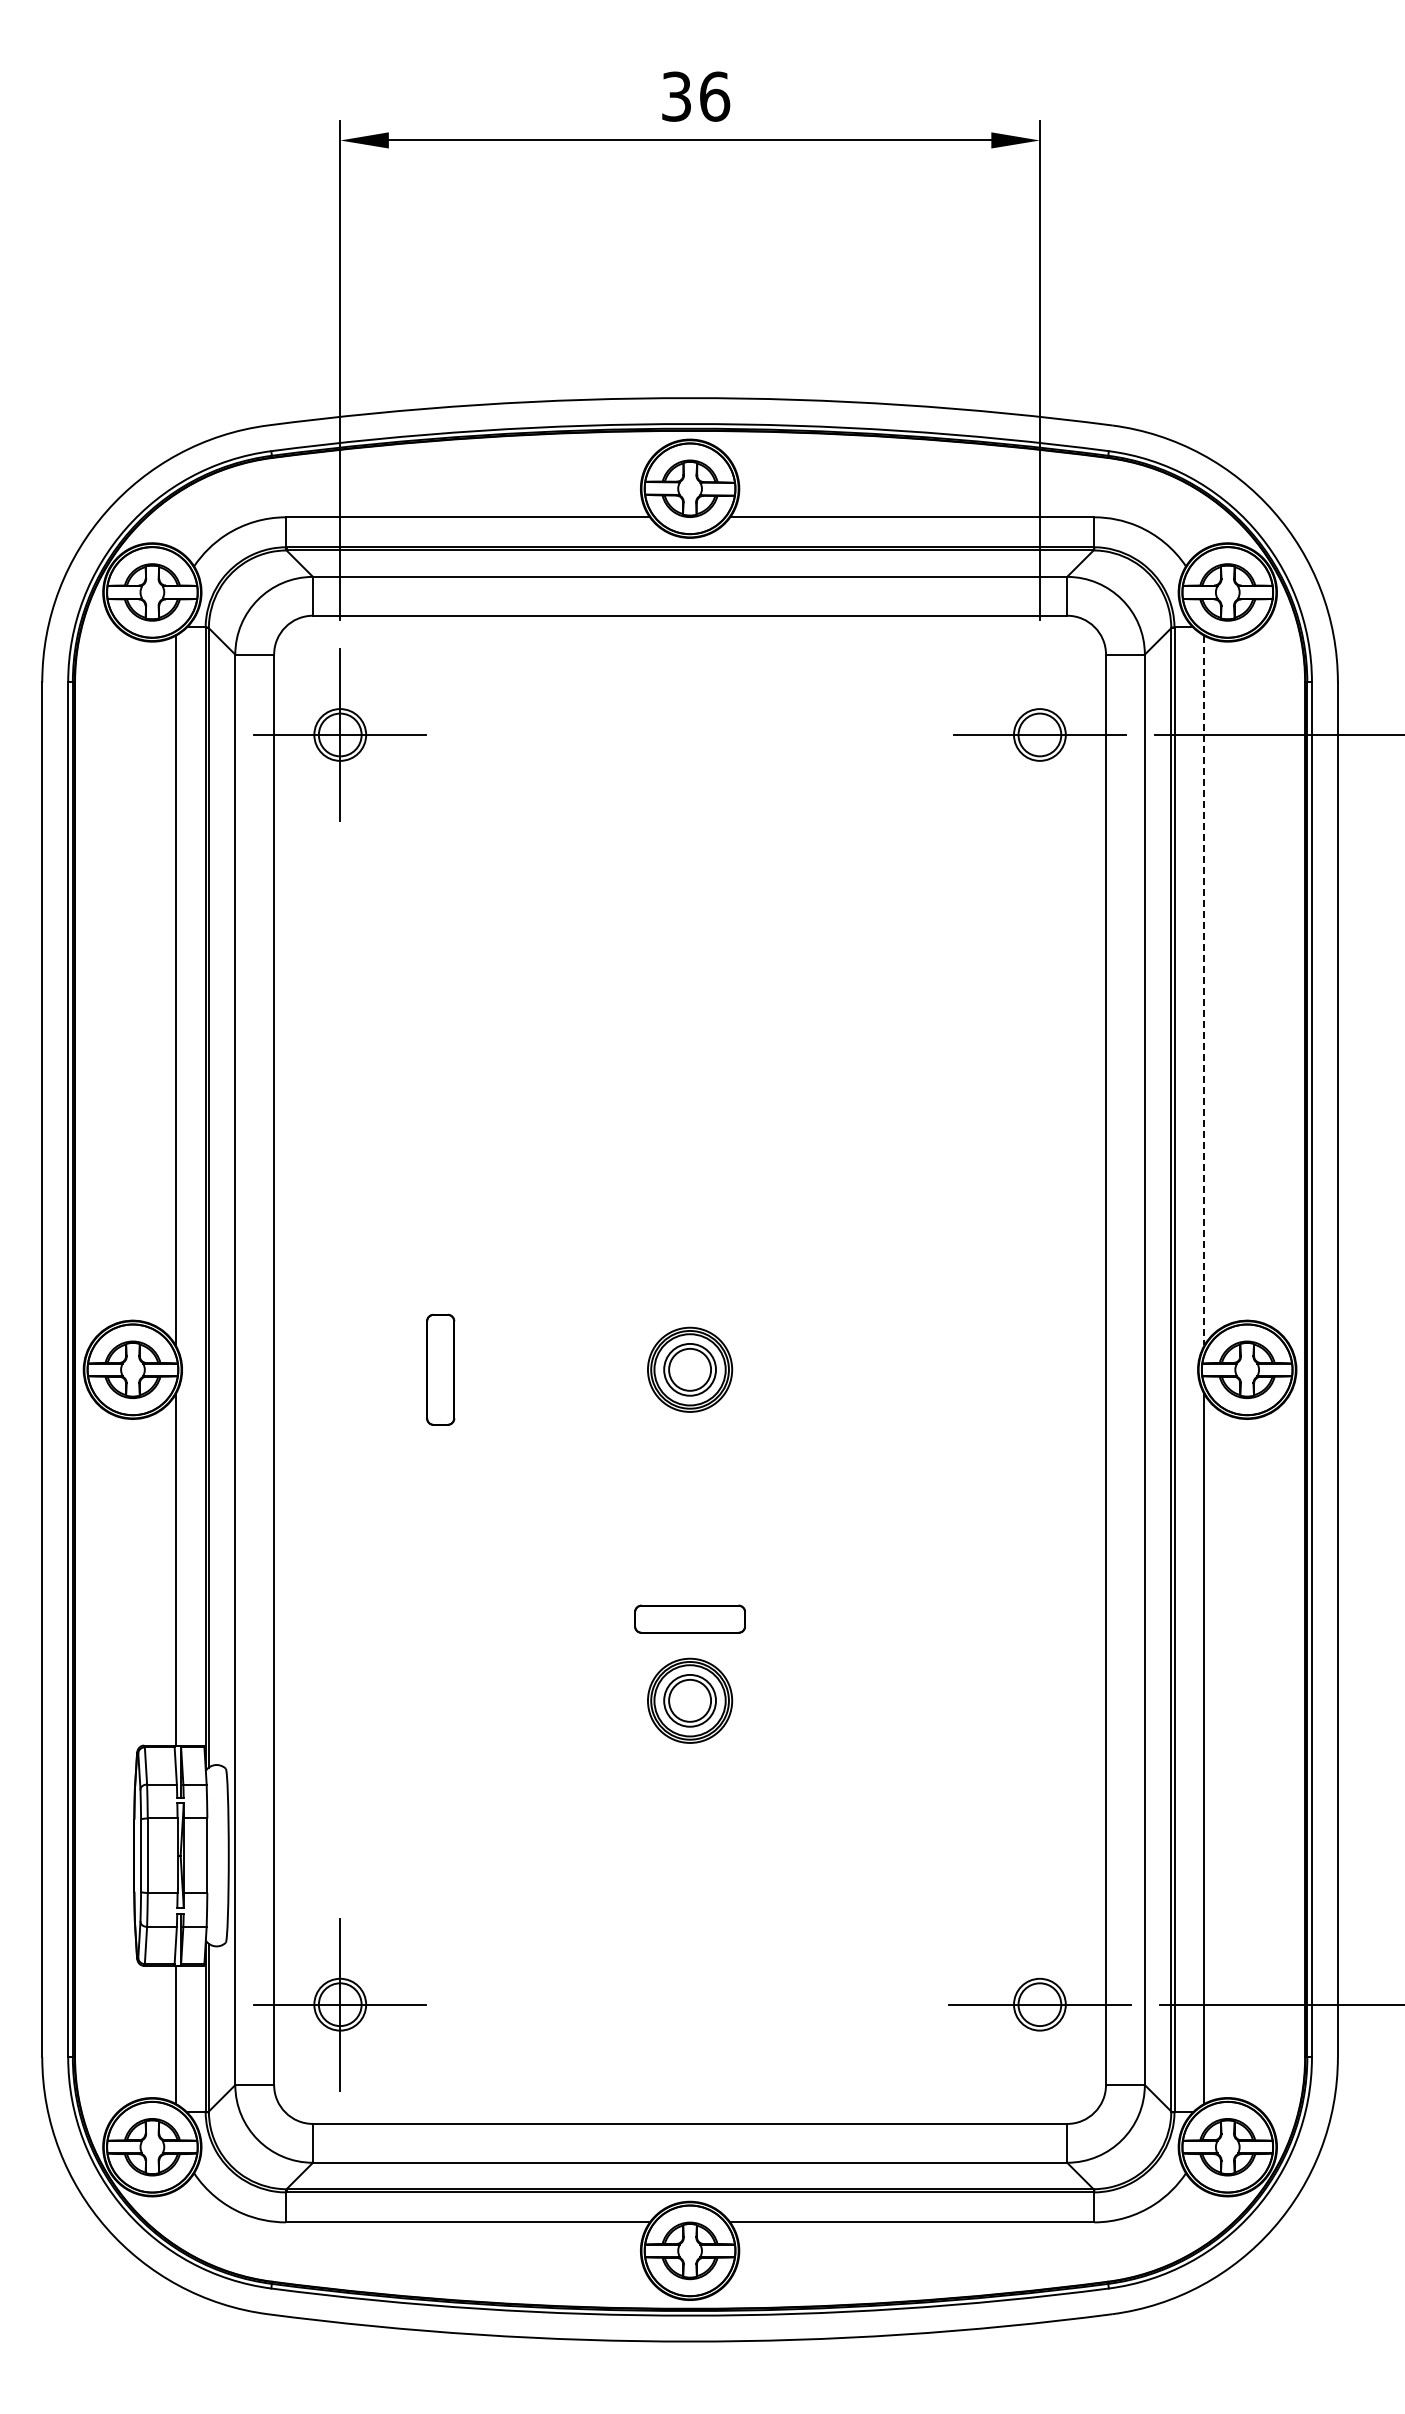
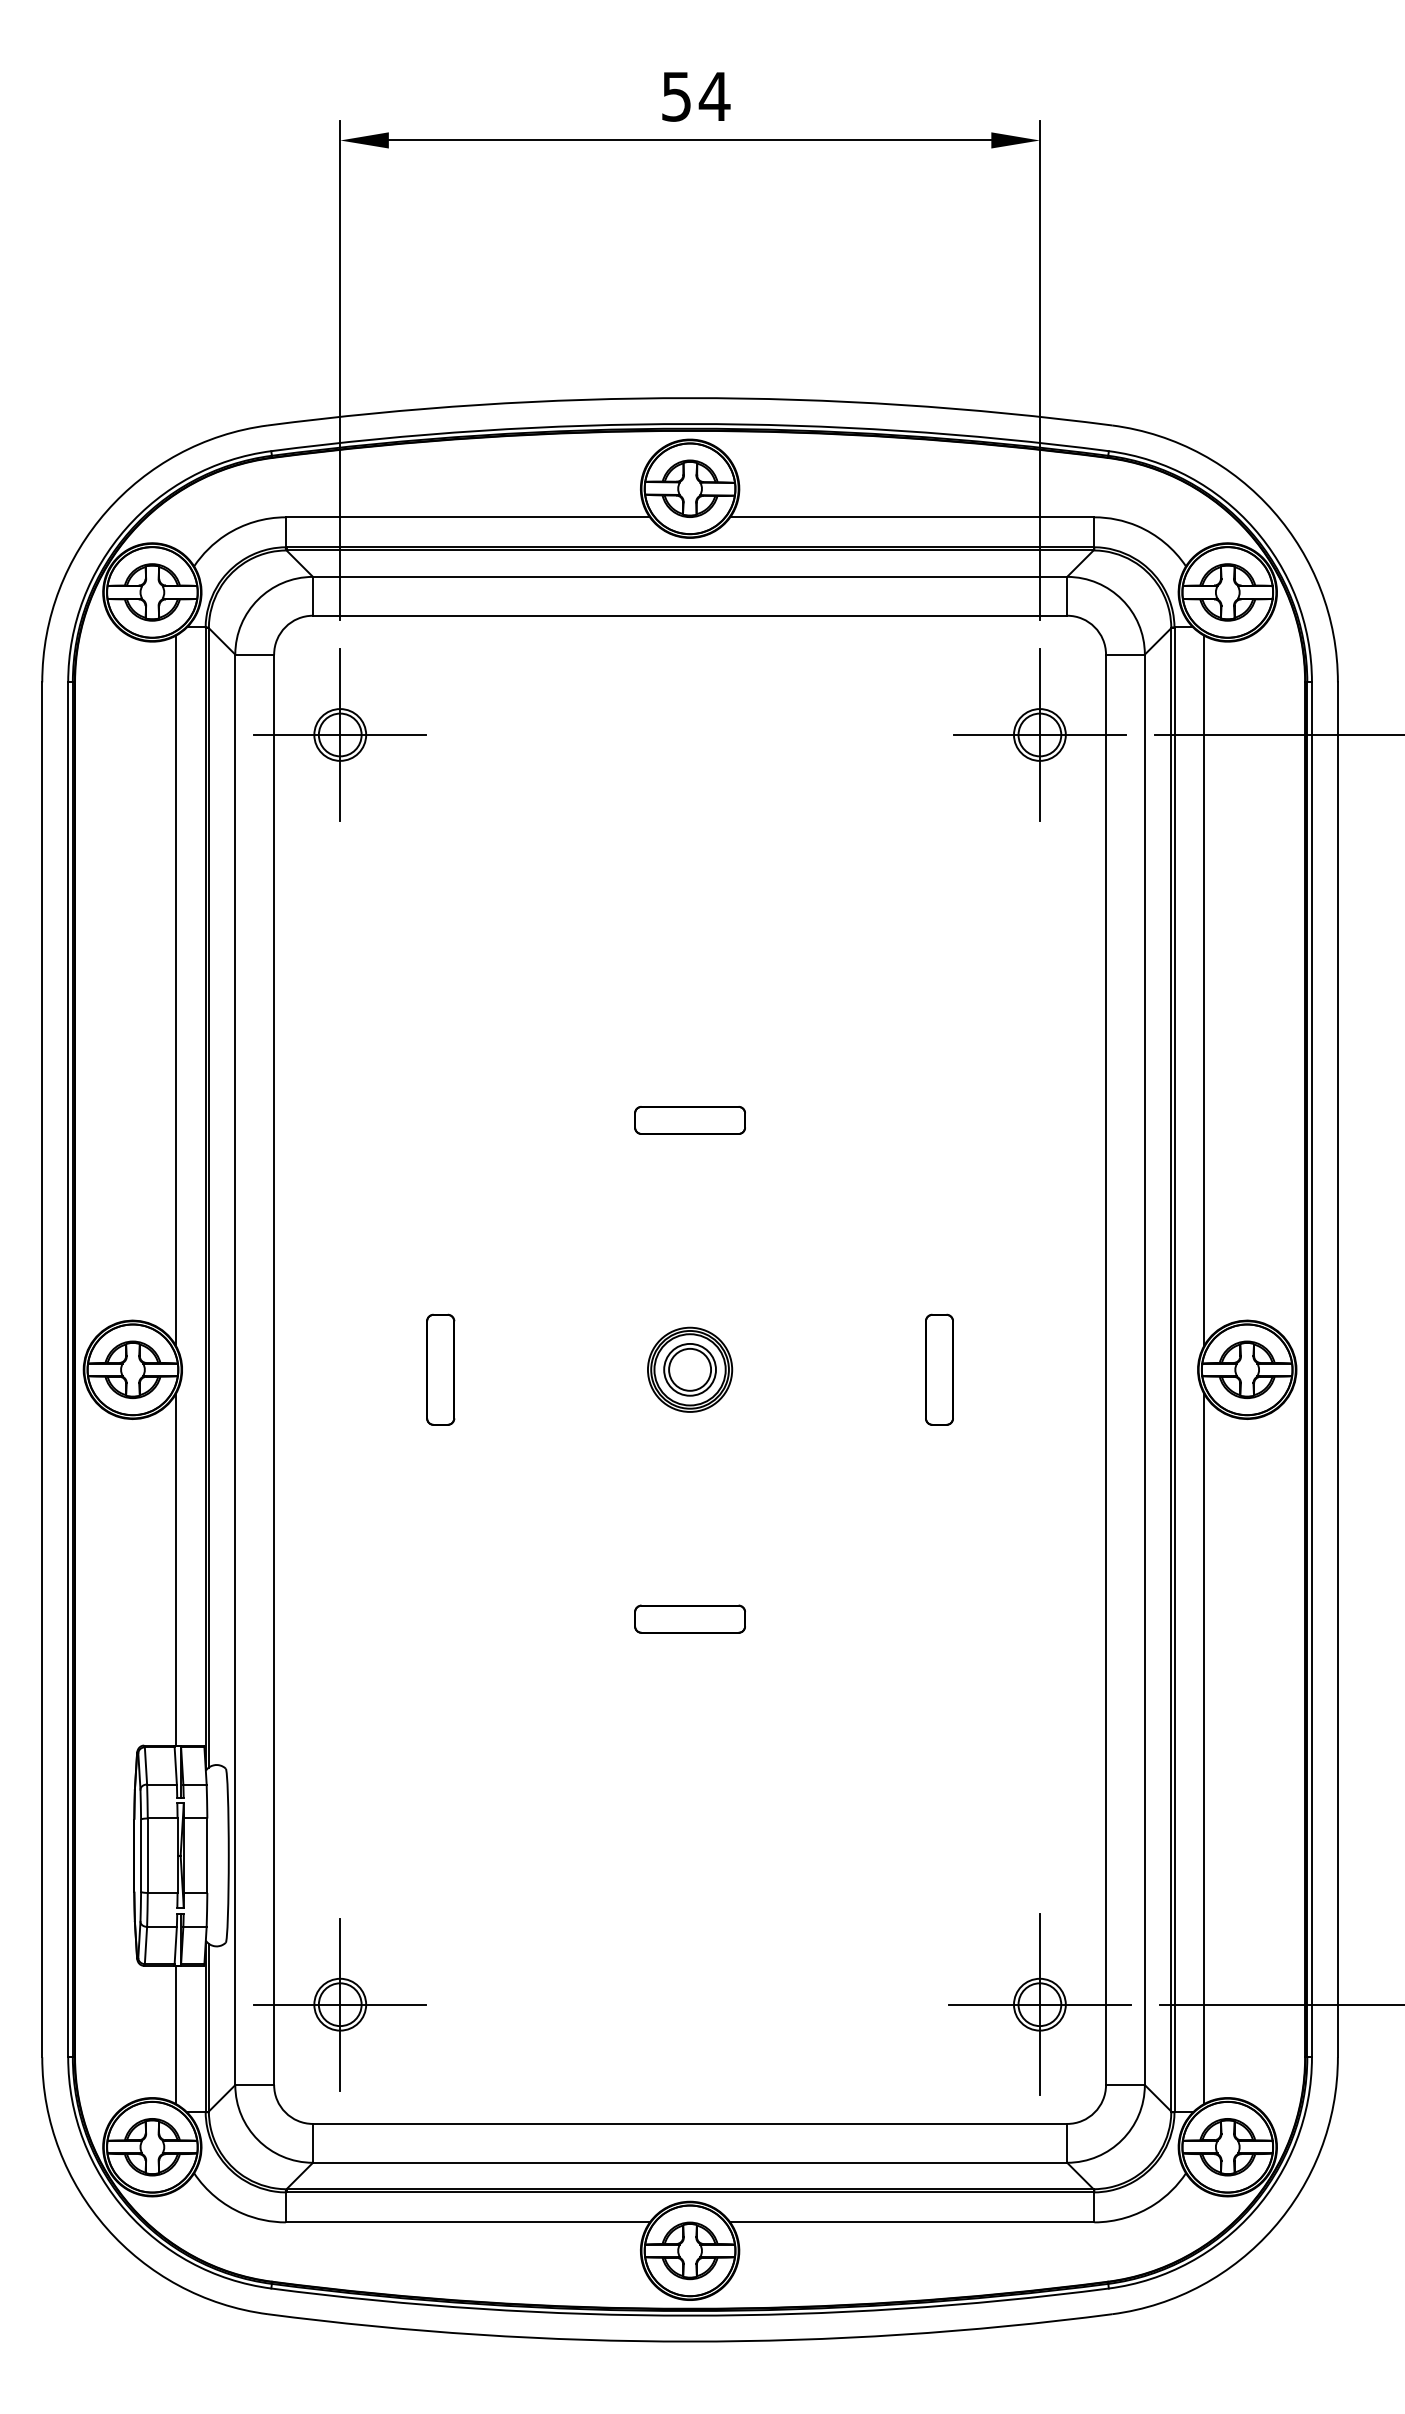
text at (696, 96): 36 -> 54
line at (1039, 734): none -> present
line at (1204, 990): dashed -> solid
part at (689, 1120): none -> present
part at (939, 1369): none -> present
part at (690, 1700): present -> none
line at (1039, 2004): none -> present
